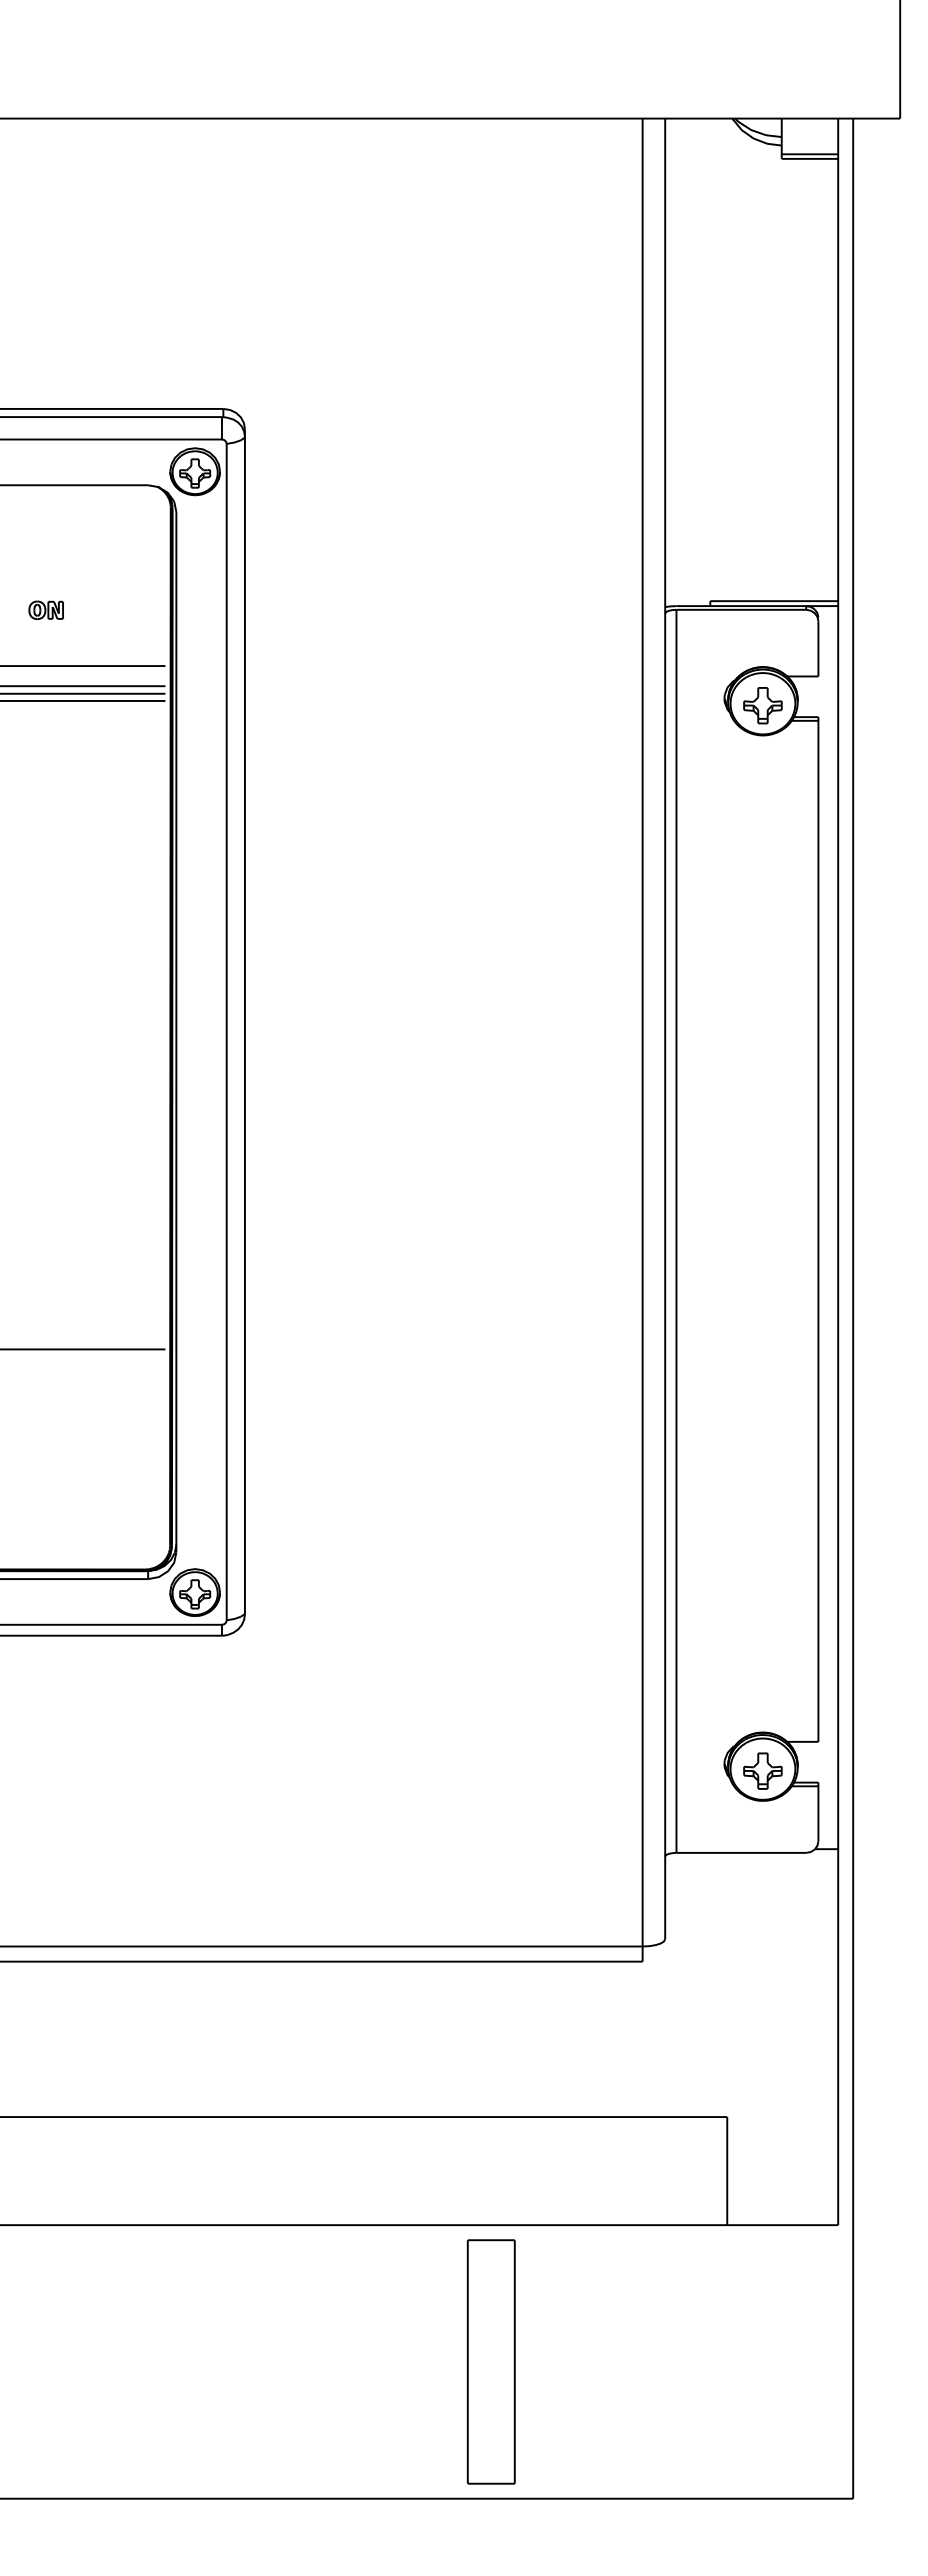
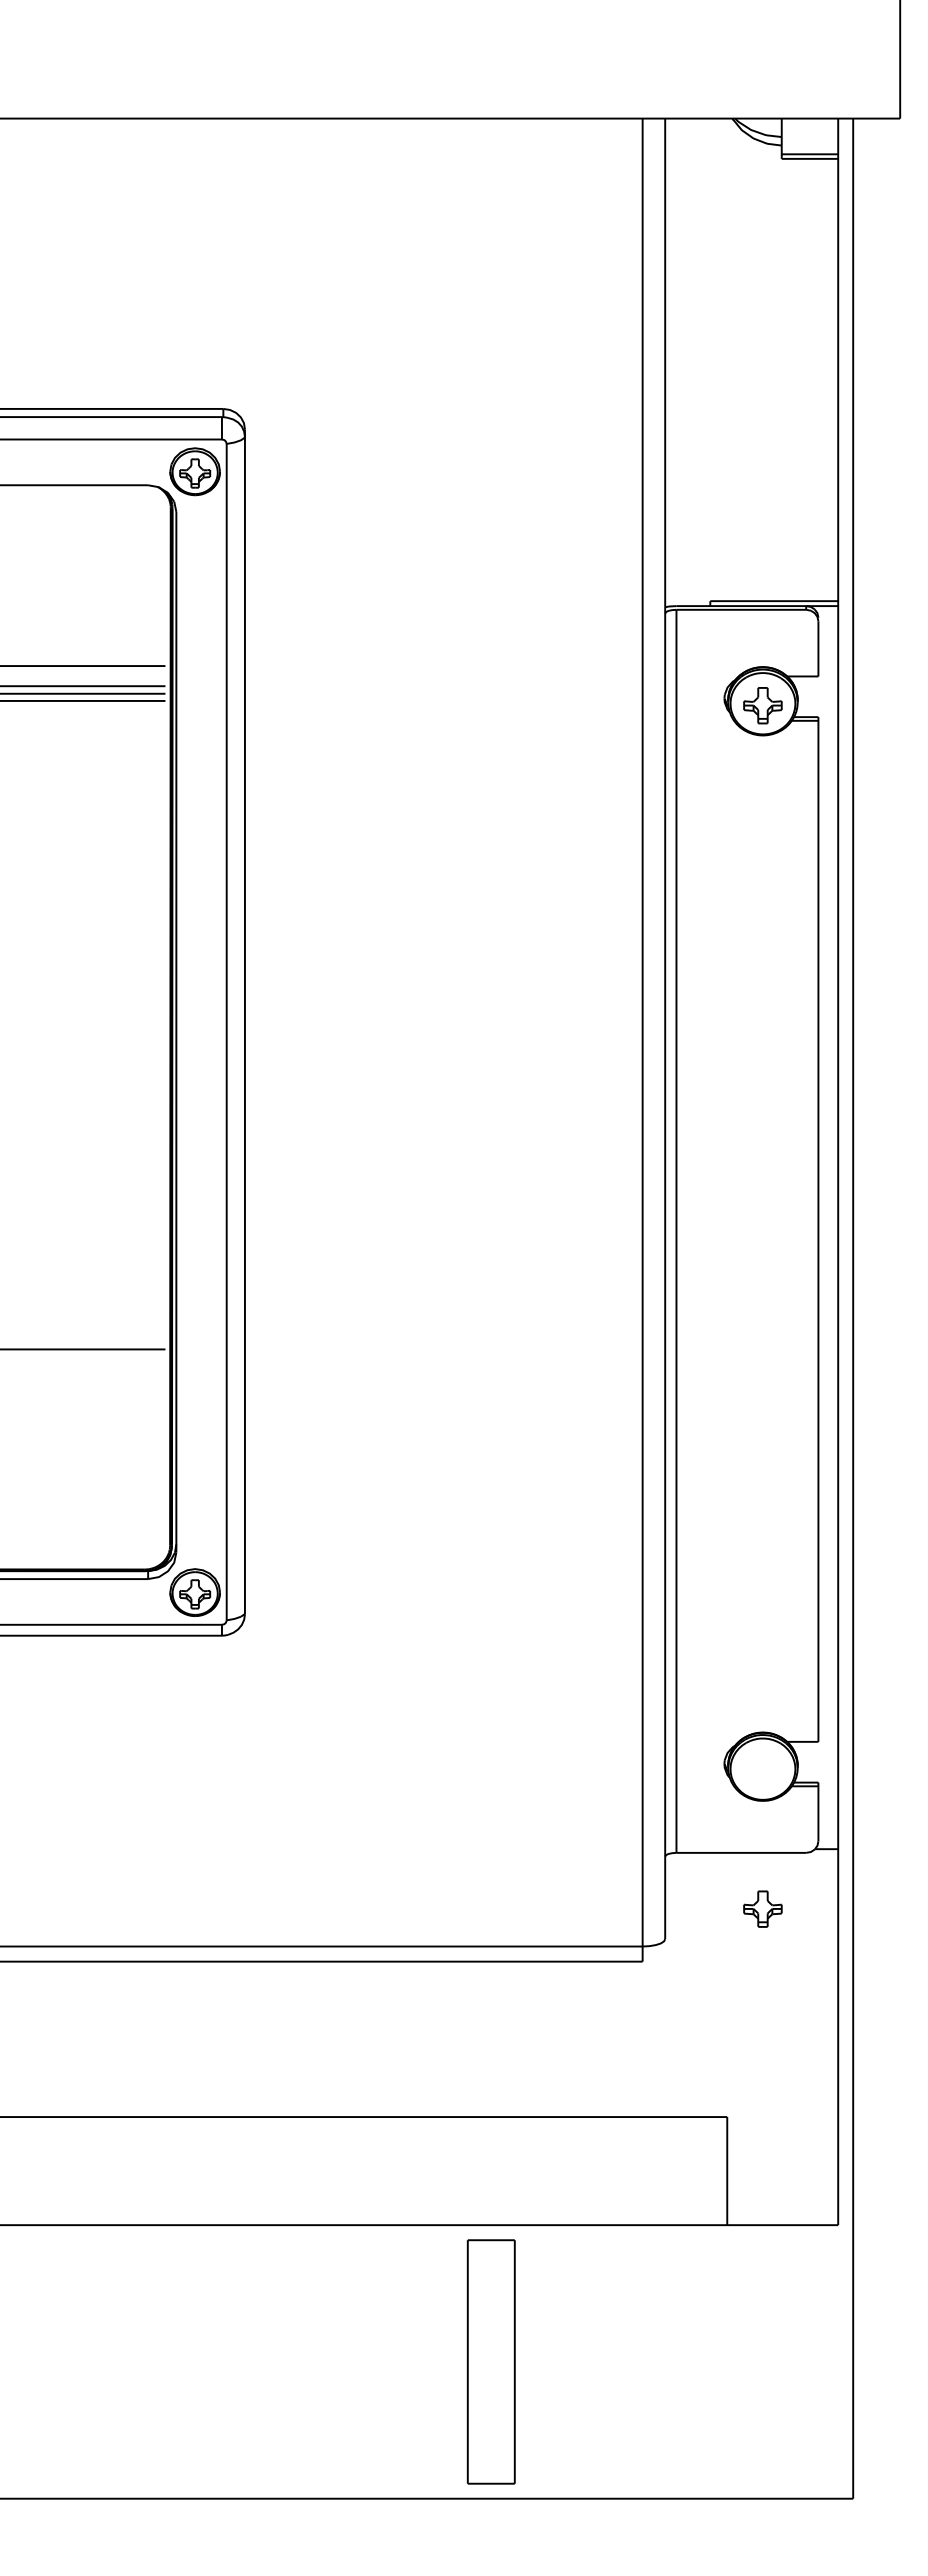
part at (45, 610): present -> none
part at (762, 1770) position: (762, 1770) -> (762, 1908)
